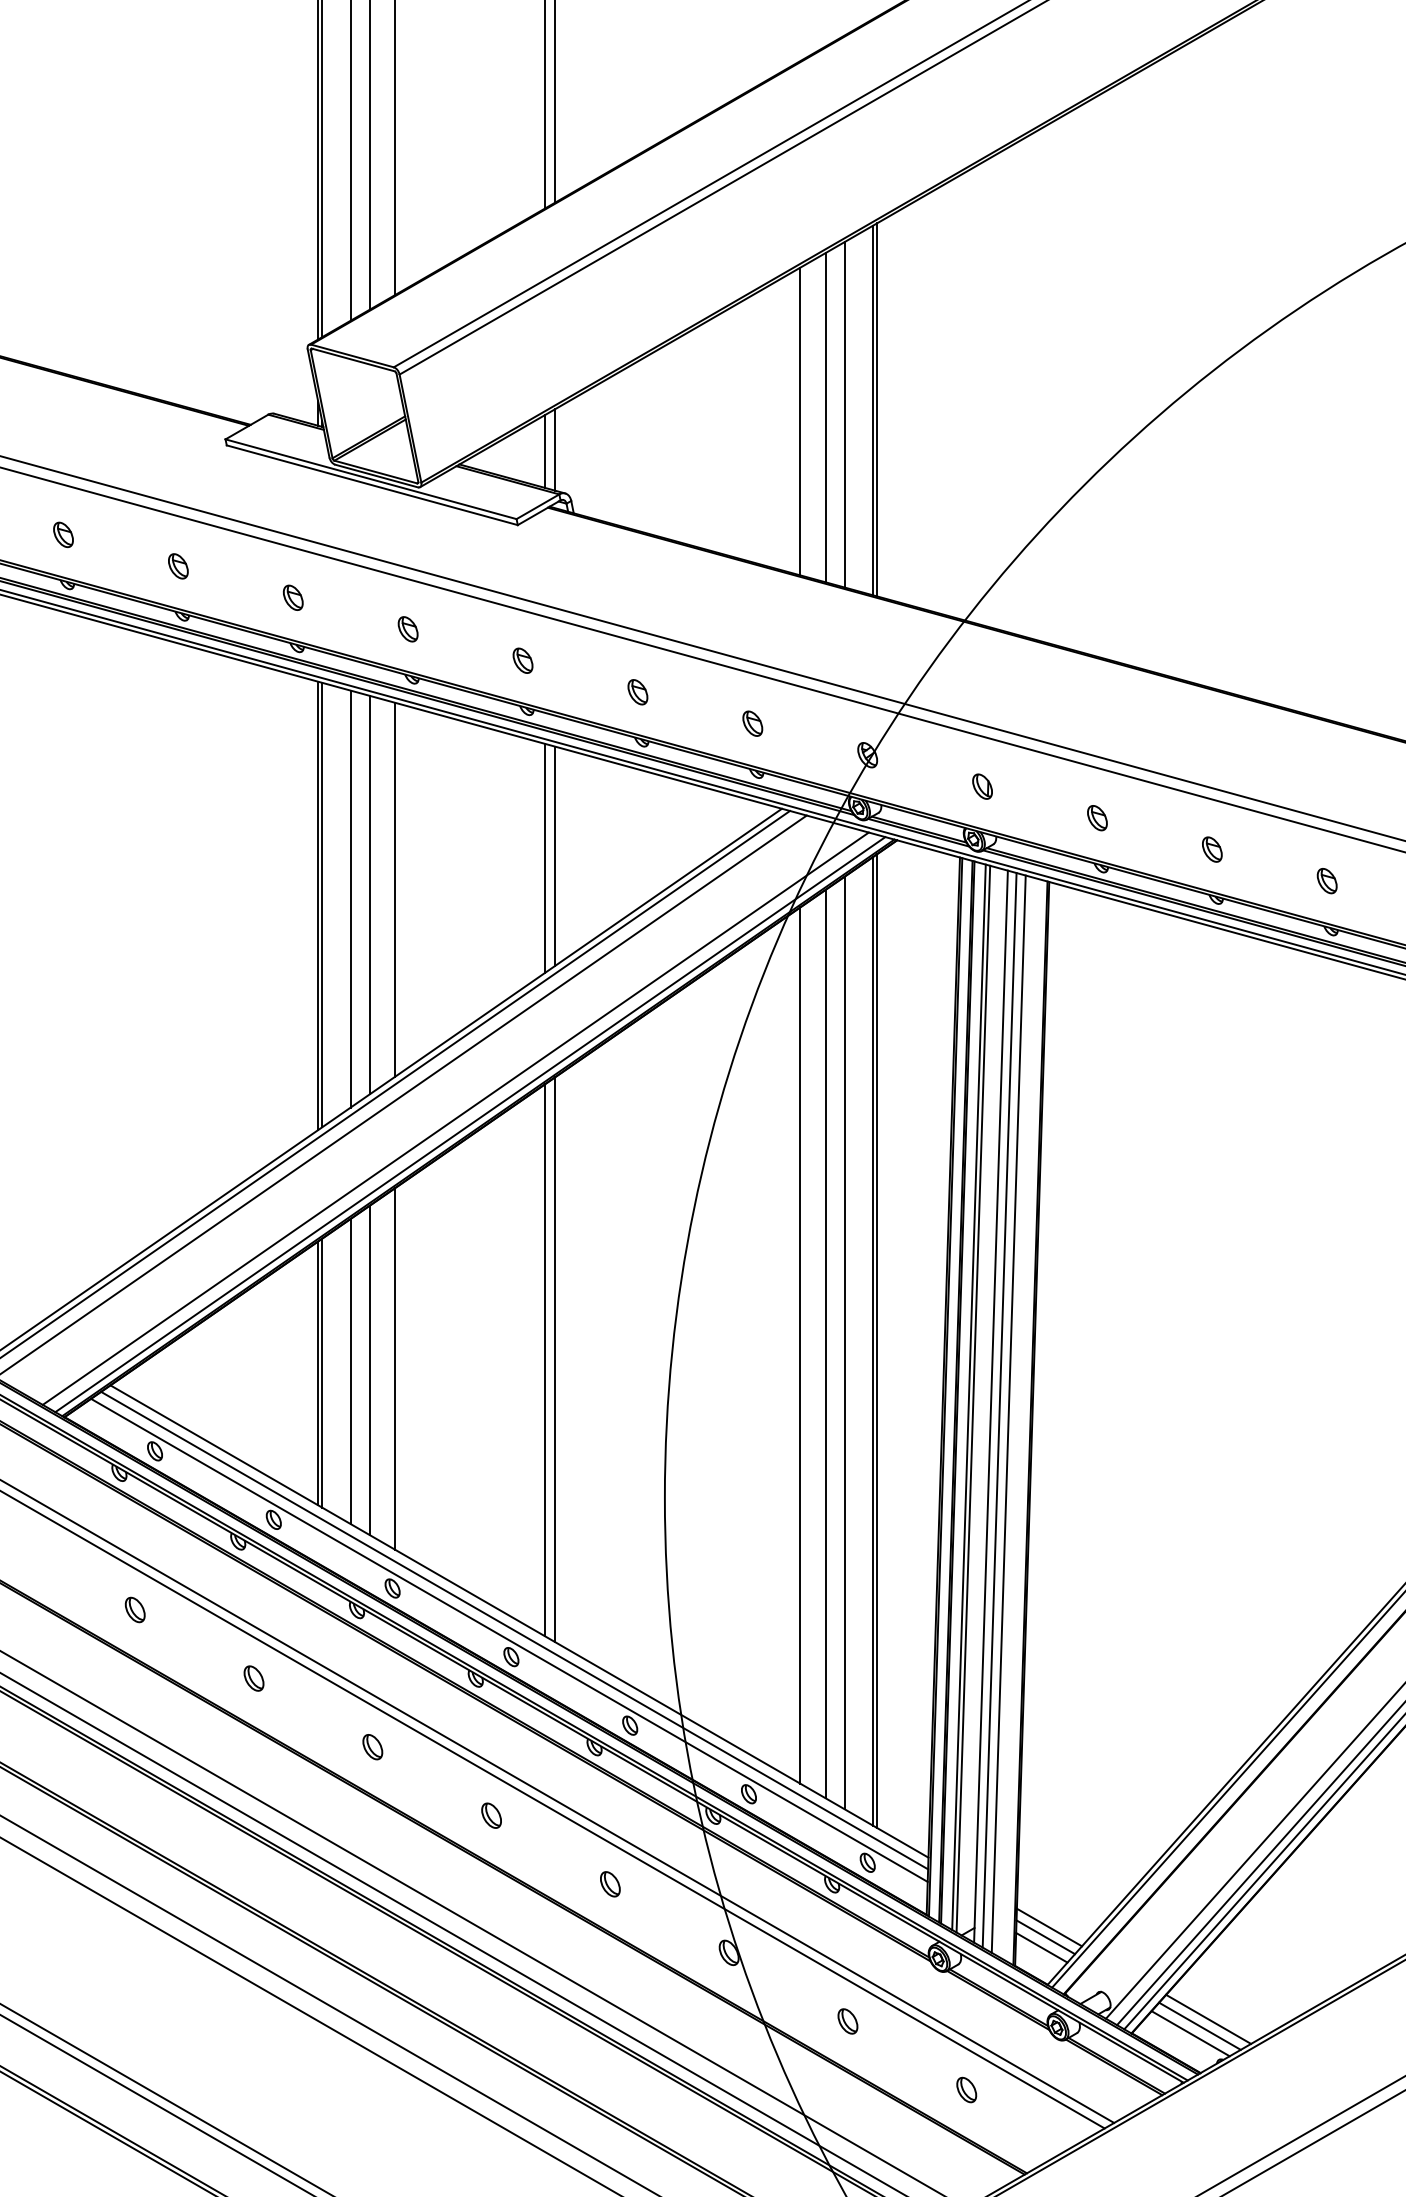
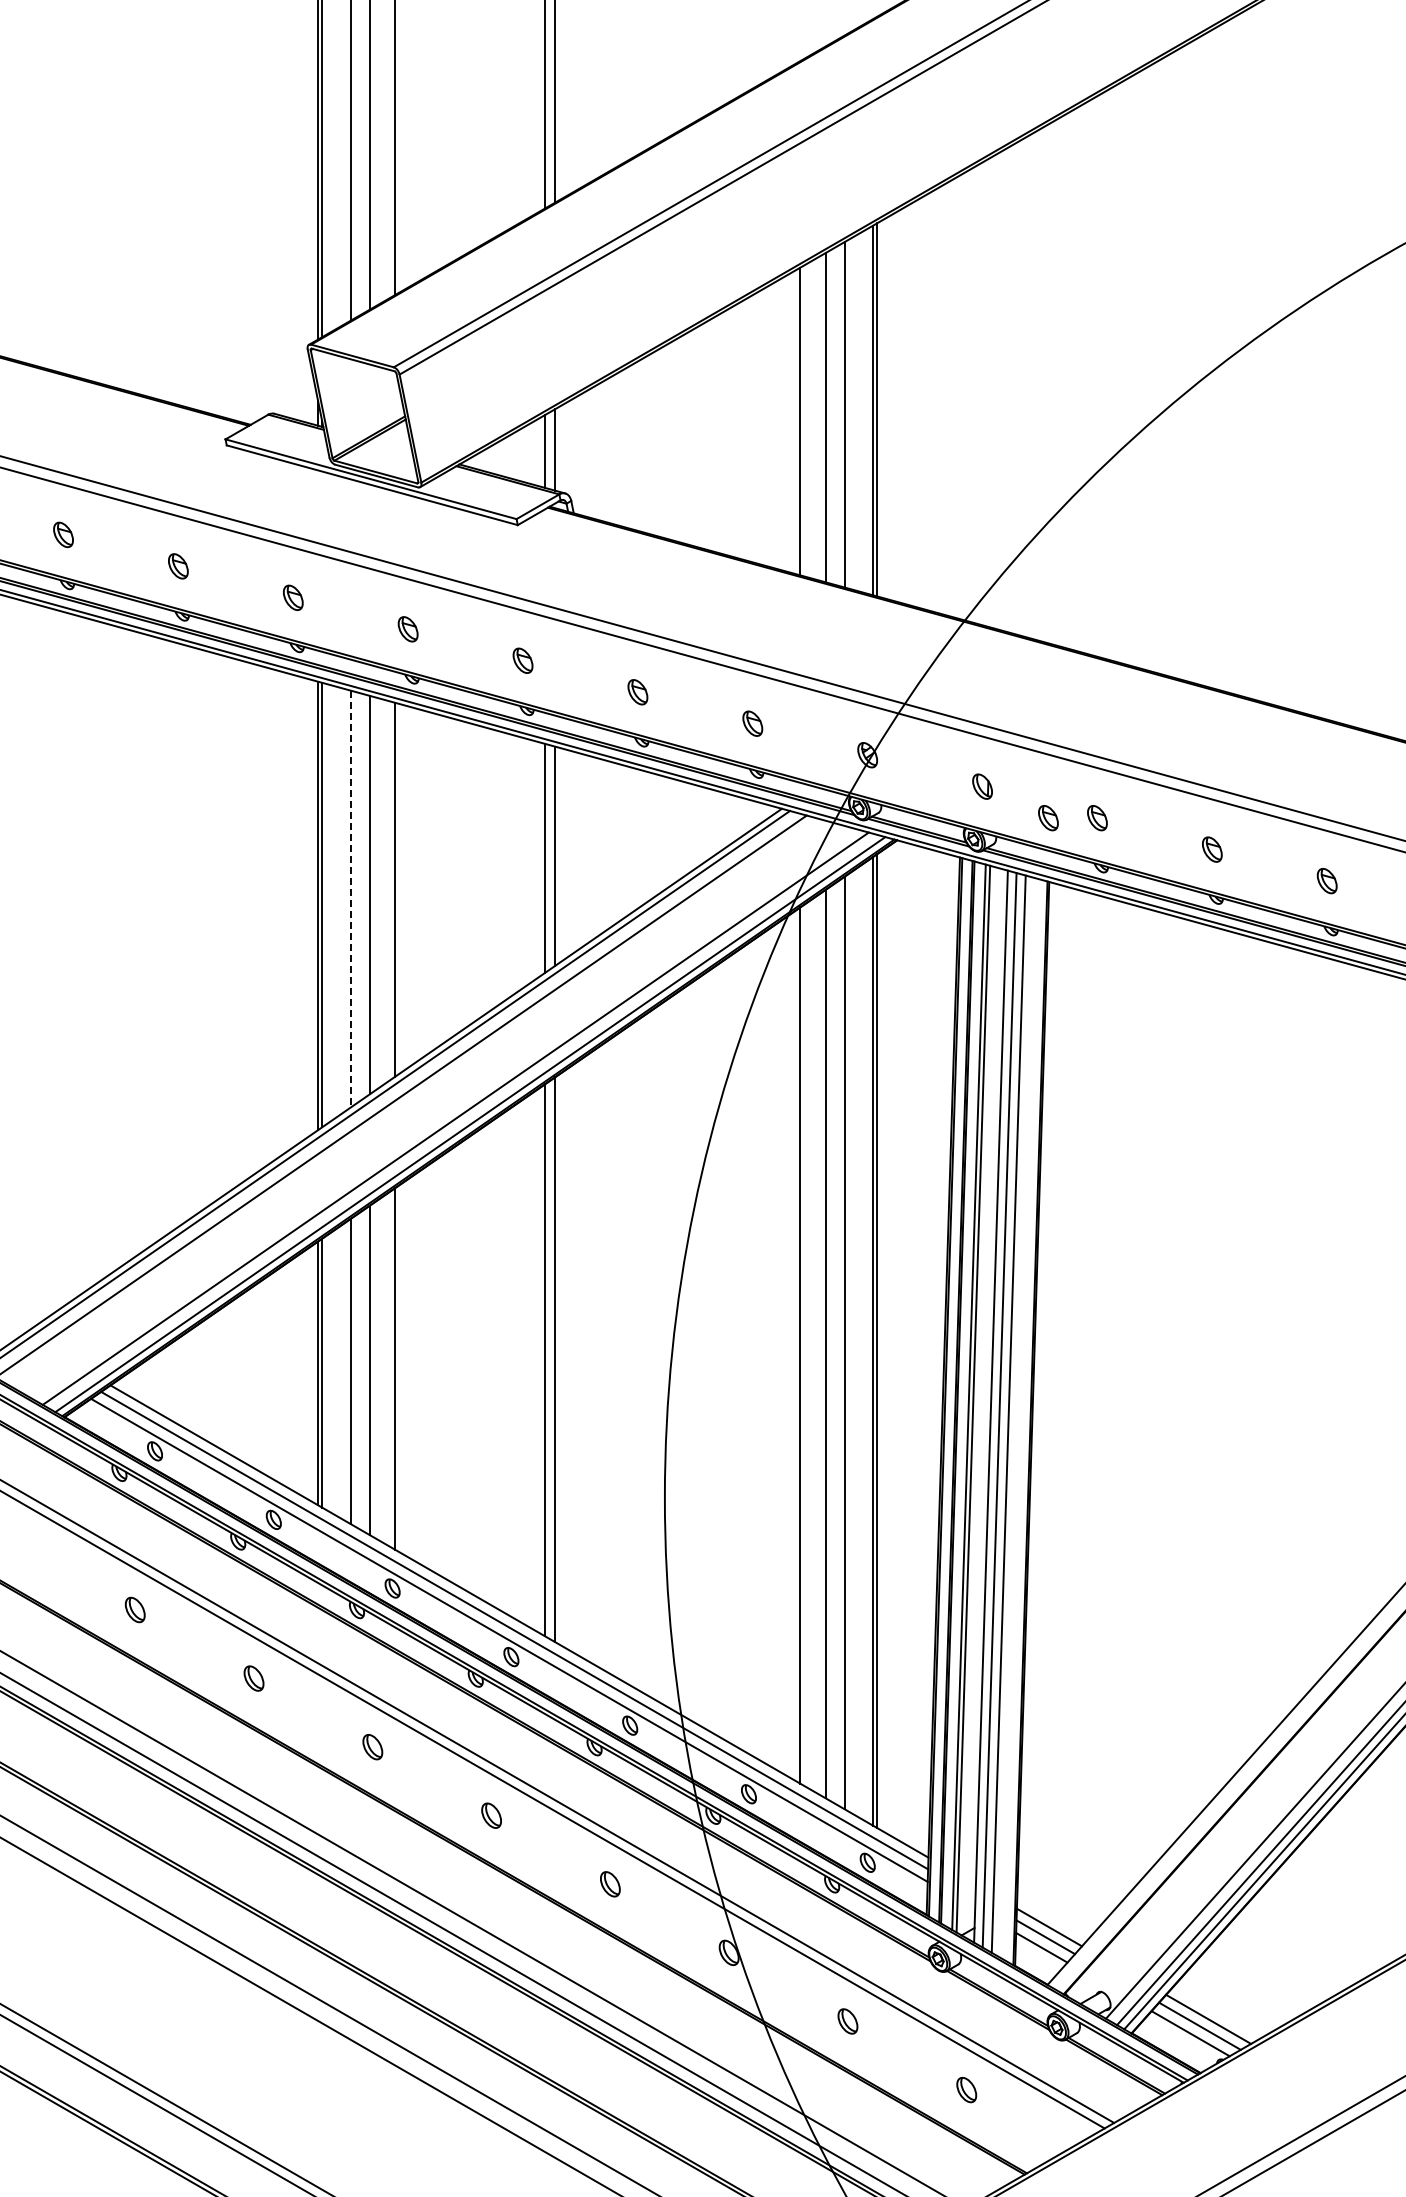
part at (1048, 818): none -> present
line at (350, 899): solid -> dashed
line at (1227, 1790): present -> none
